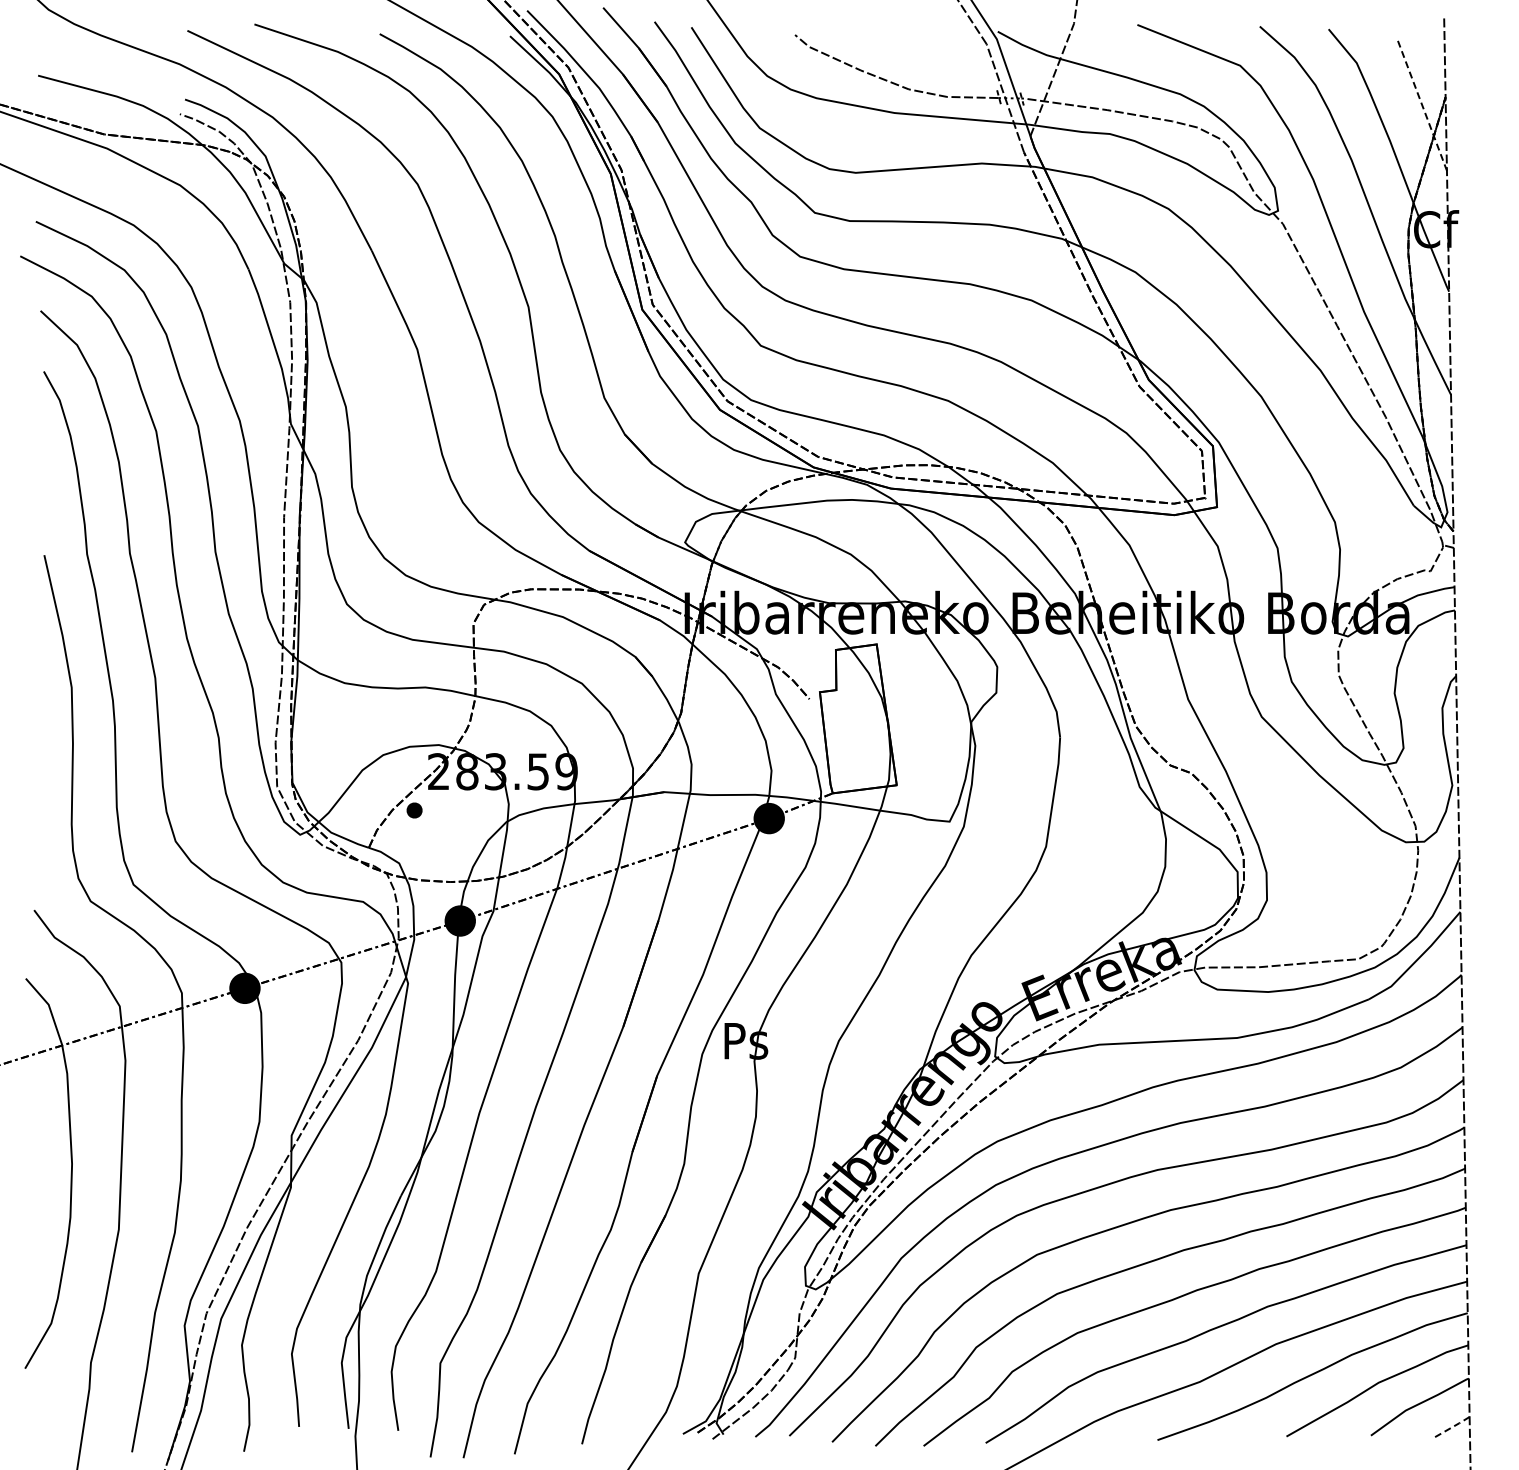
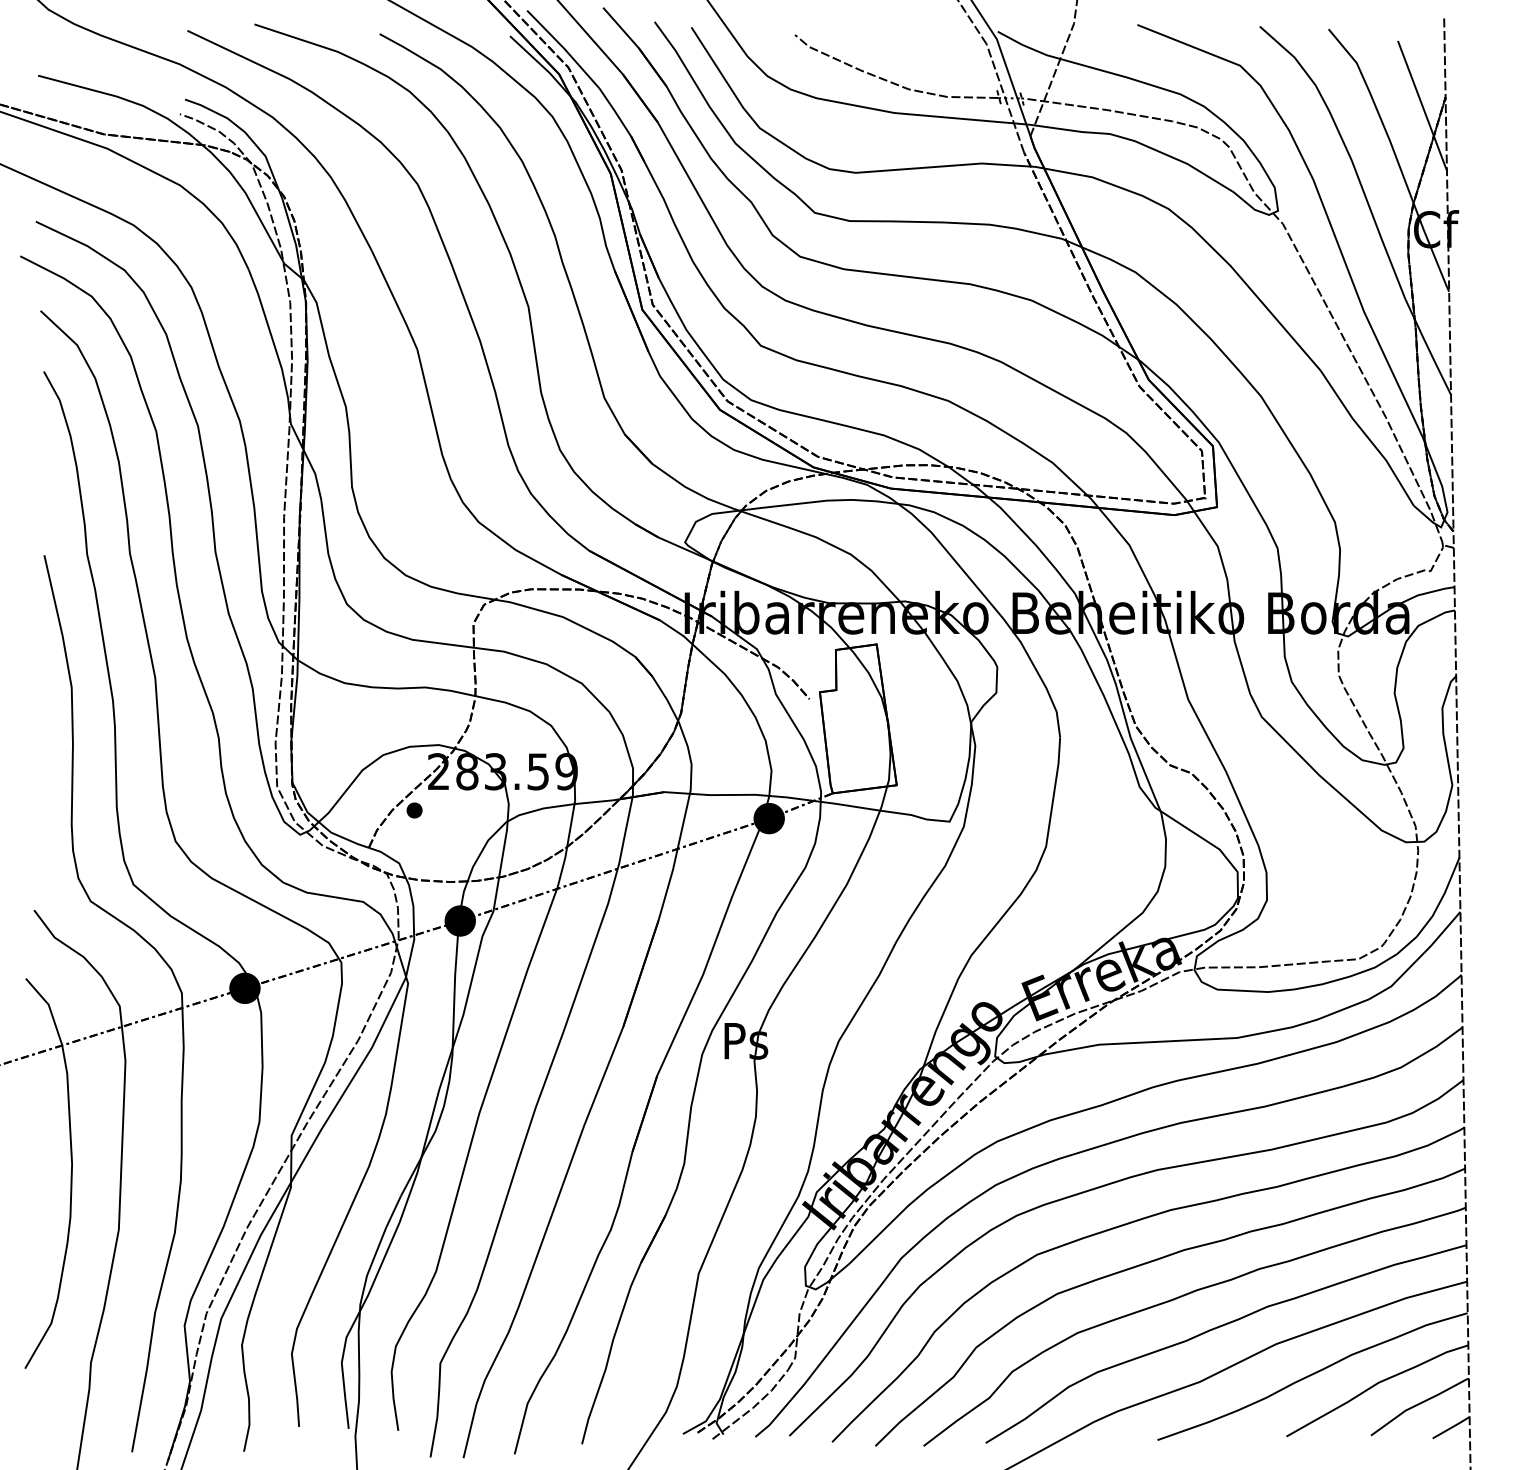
line at (1422, 106): dashed -> solid
line at (1451, 1427): dashed -> solid
